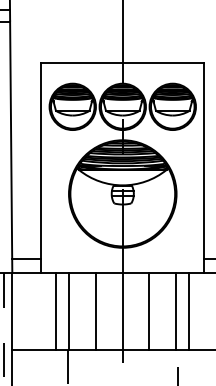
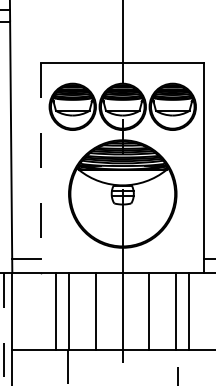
line at (41, 167): solid -> dashed
